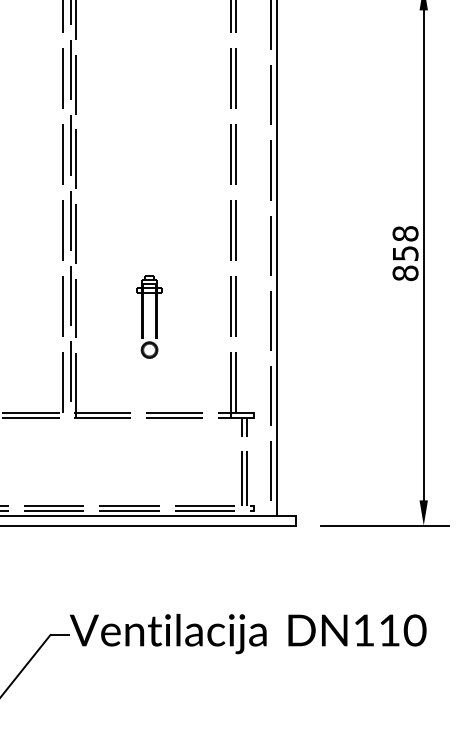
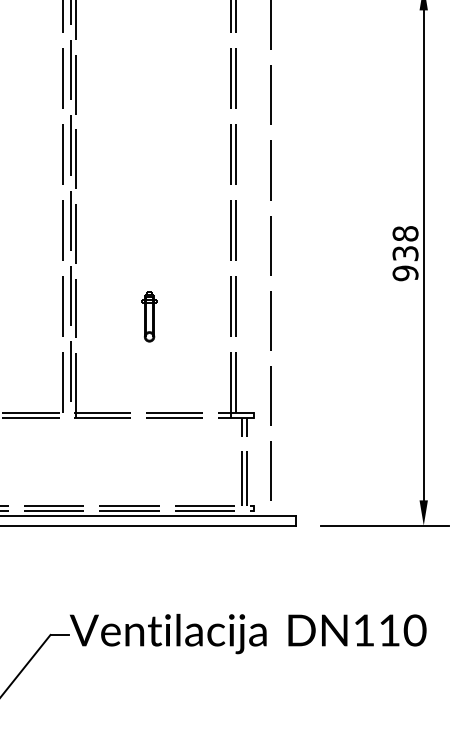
line at (276, 259): present -> none
text at (405, 263): 858 -> 938
part at (149, 316) size: 27x84 px -> 17x52 px
